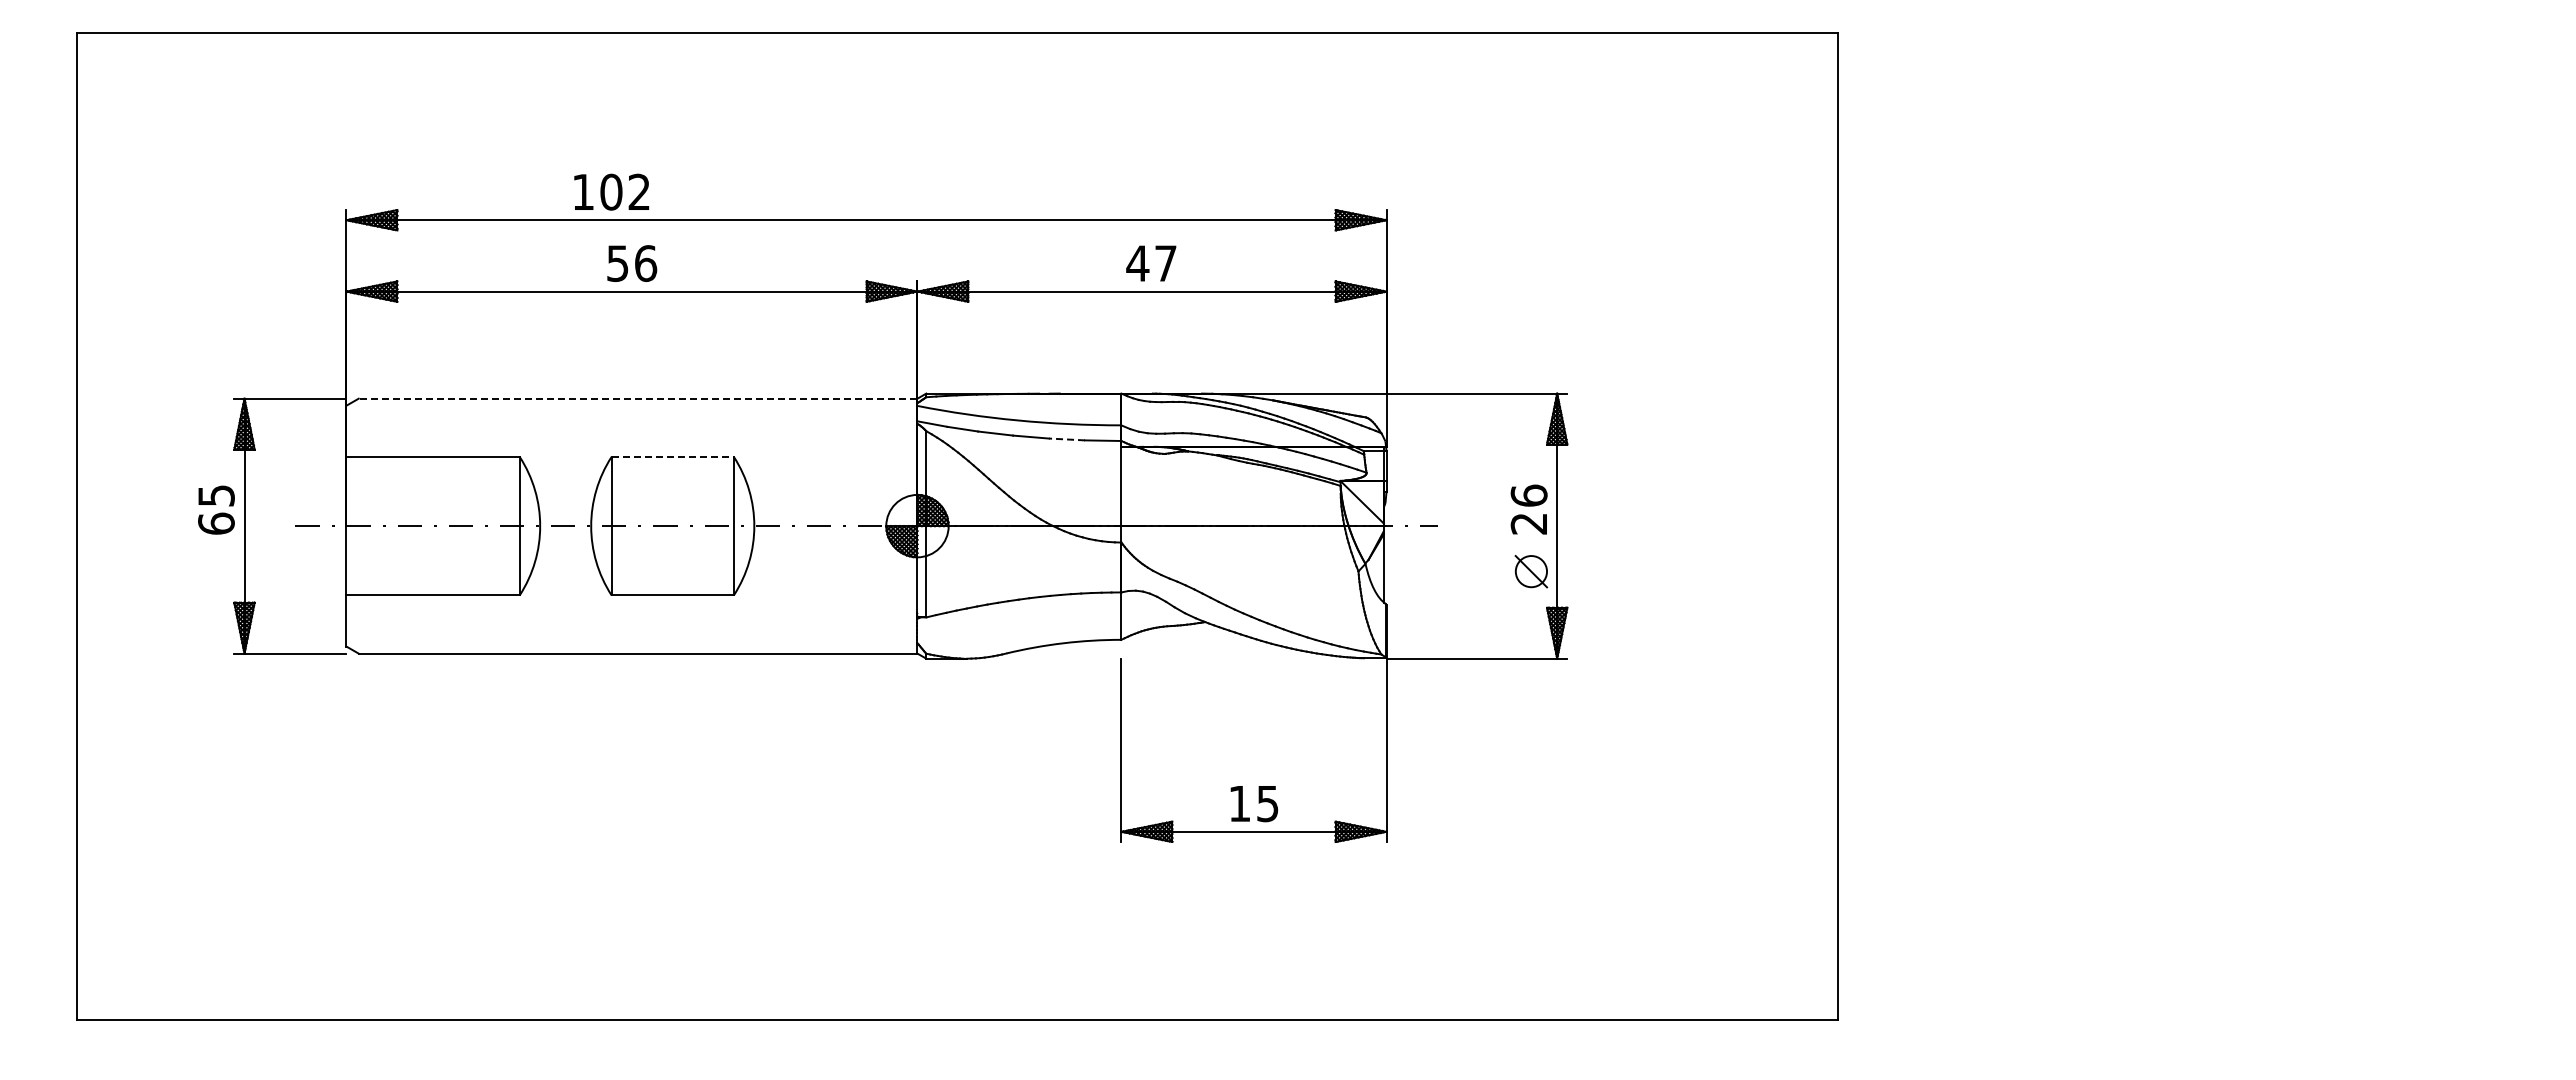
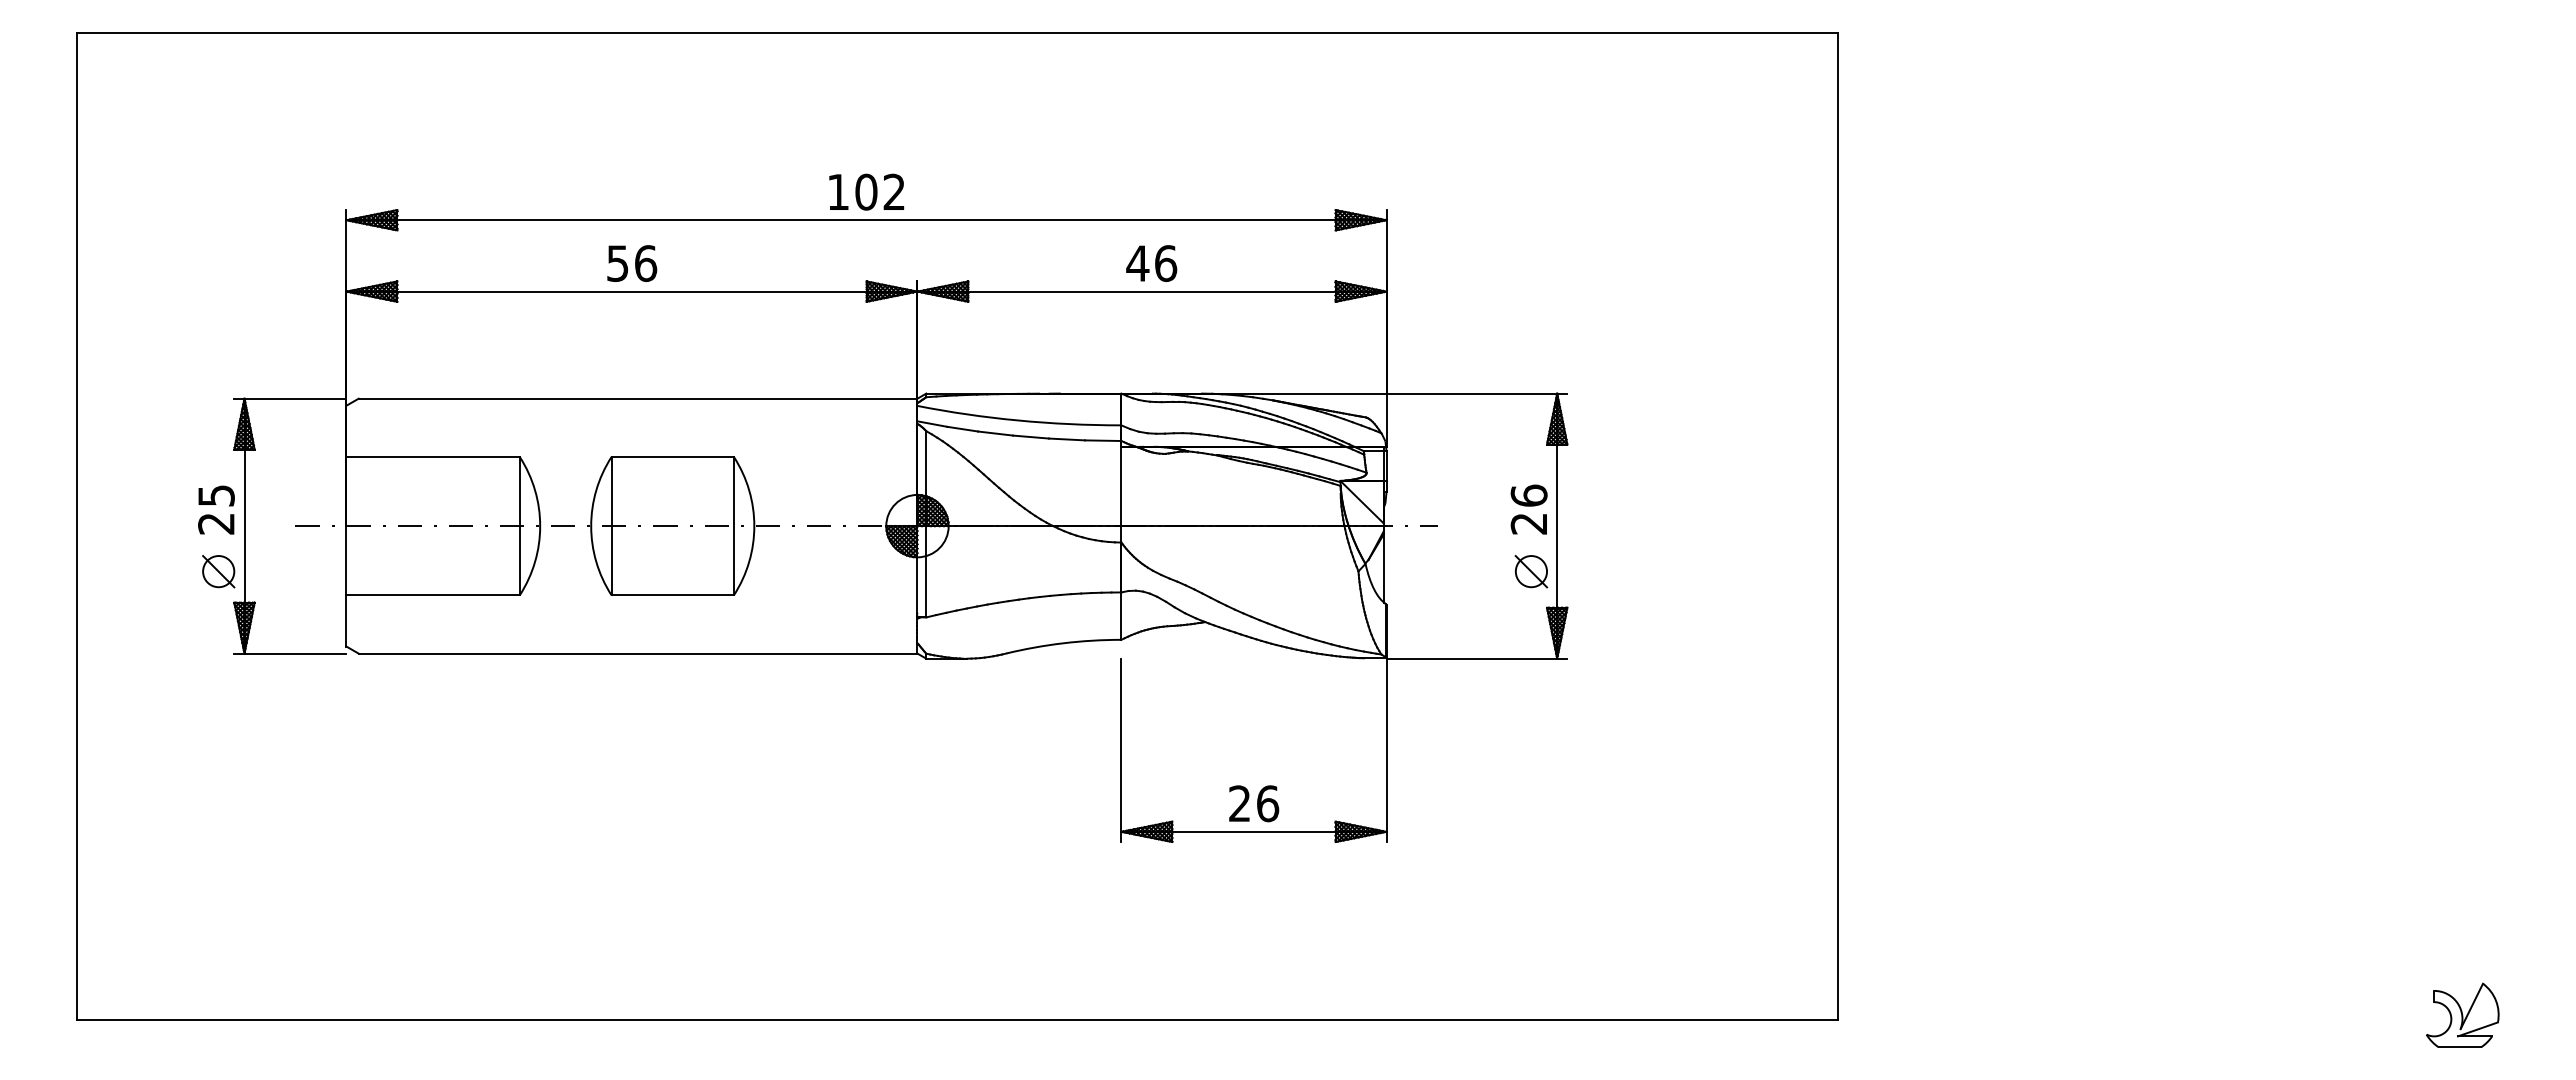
text at (611, 191) position: (611, 191) -> (866, 191)
text at (1166, 263): 47 -> 46
line at (637, 398): dashed -> solid
line at (1066, 439): dashed -> solid
line at (673, 457): dashed -> solid
text at (216, 523): 65 -> 25
part at (218, 571): none -> present
text at (1254, 803): 15 -> 26
part at (2462, 1014): none -> present
